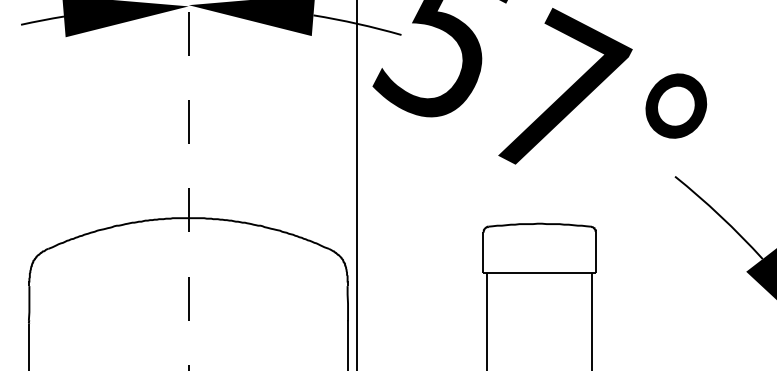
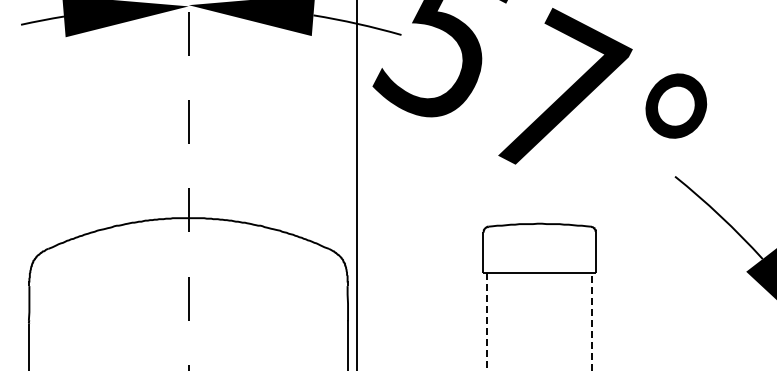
line at (486, 321): solid -> dashed
line at (592, 321): solid -> dashed
